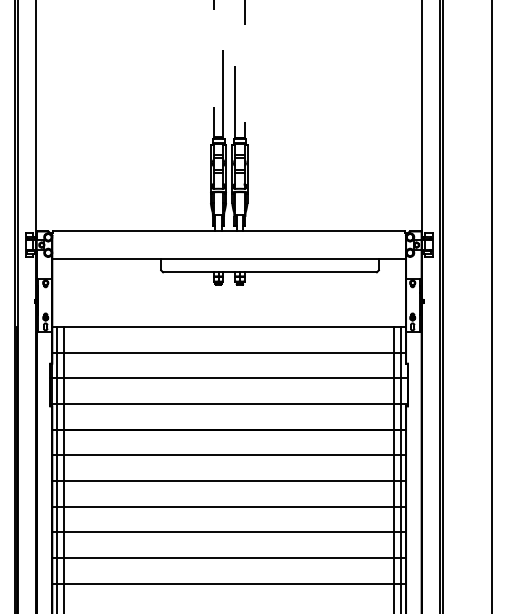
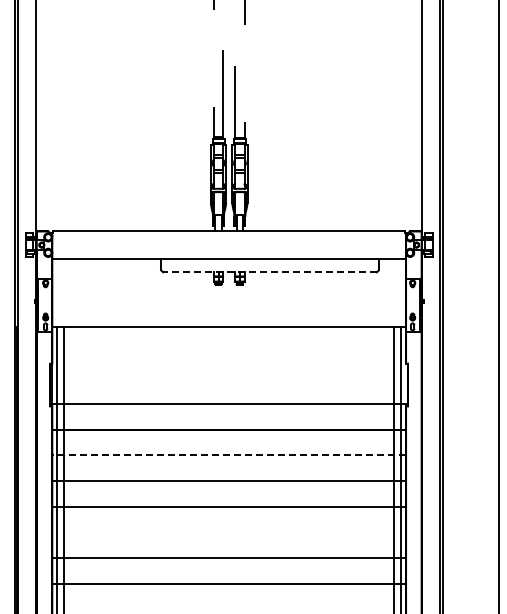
line at (270, 272): solid -> dashed
line at (491, 306) position: (491, 306) -> (498, 306)
line at (229, 352): present -> none
line at (229, 378): present -> none
line at (229, 455): solid -> dashed
line at (229, 532): present -> none
